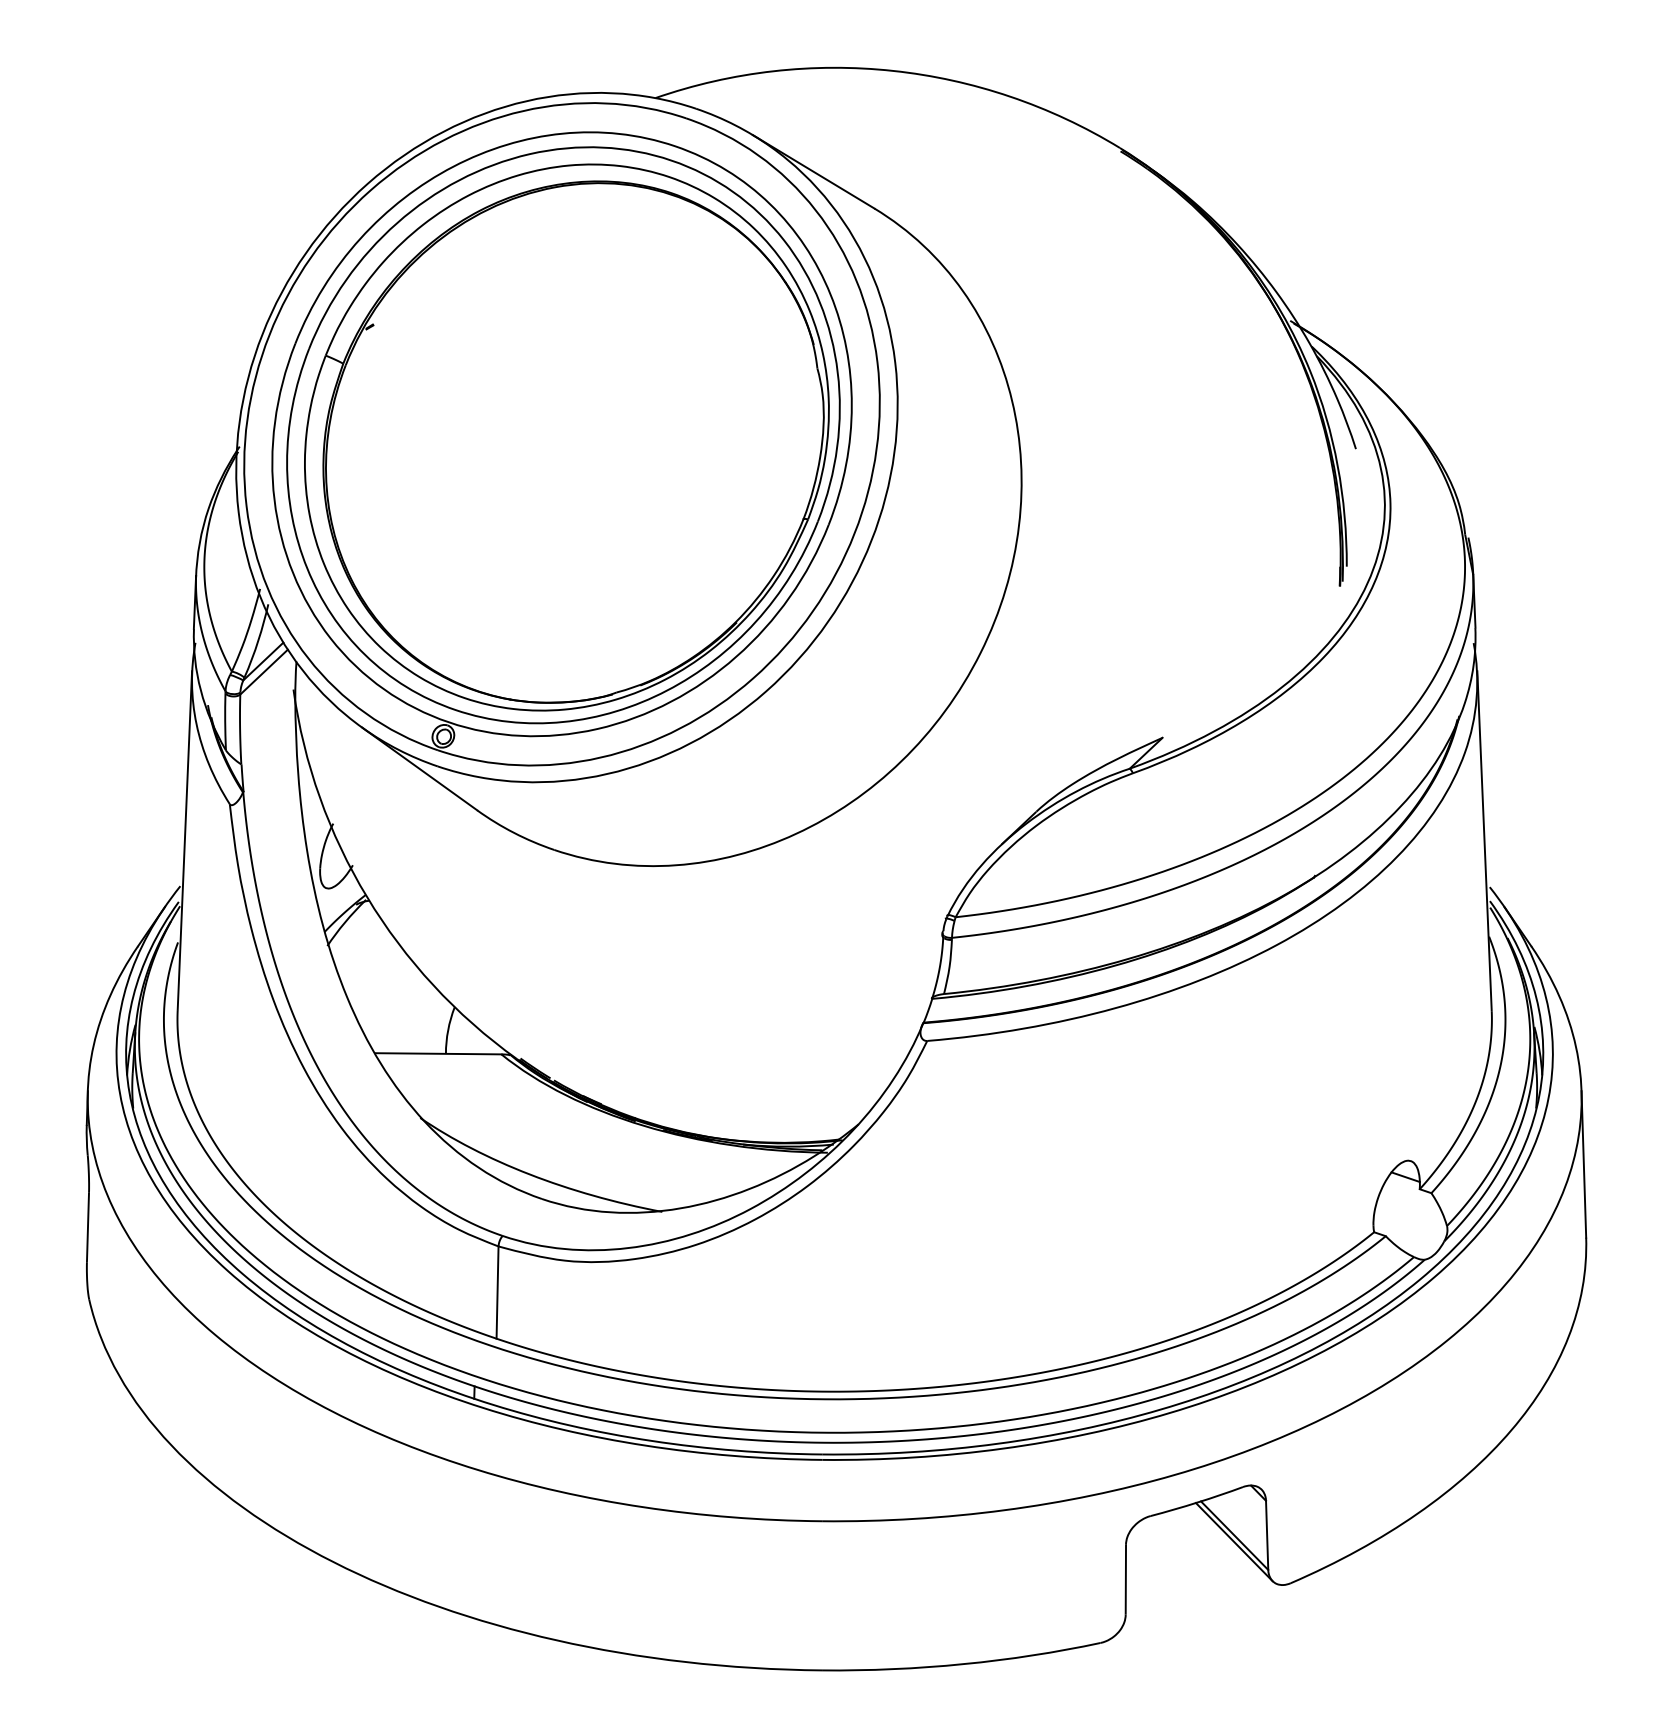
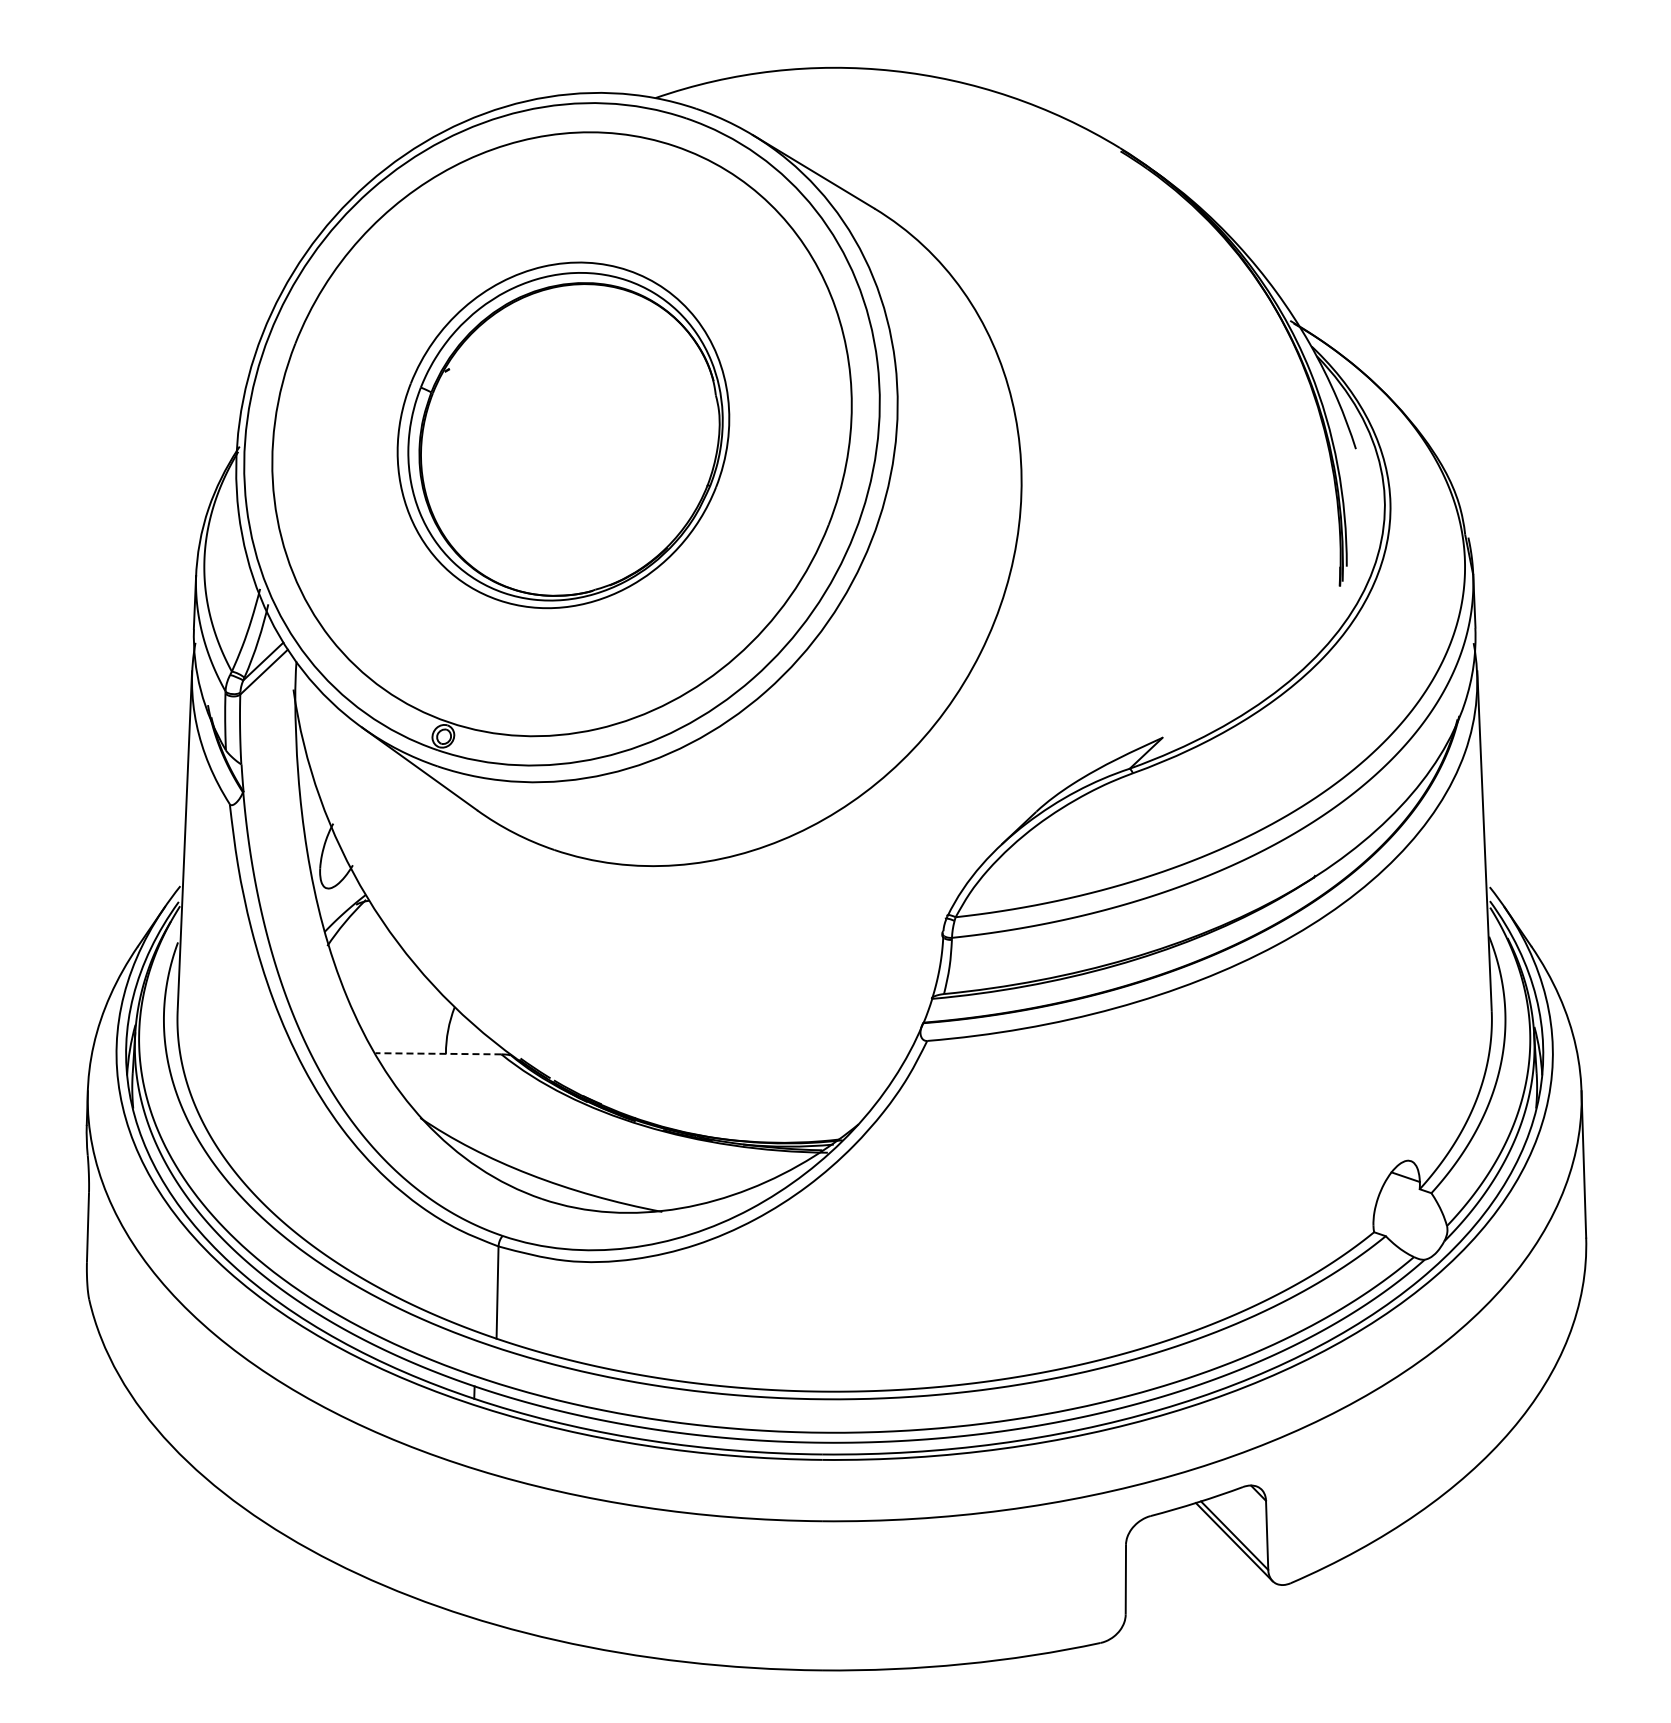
part at (563, 435) size: 555x579 px -> 335x349 px
line at (438, 1053): solid -> dashed
